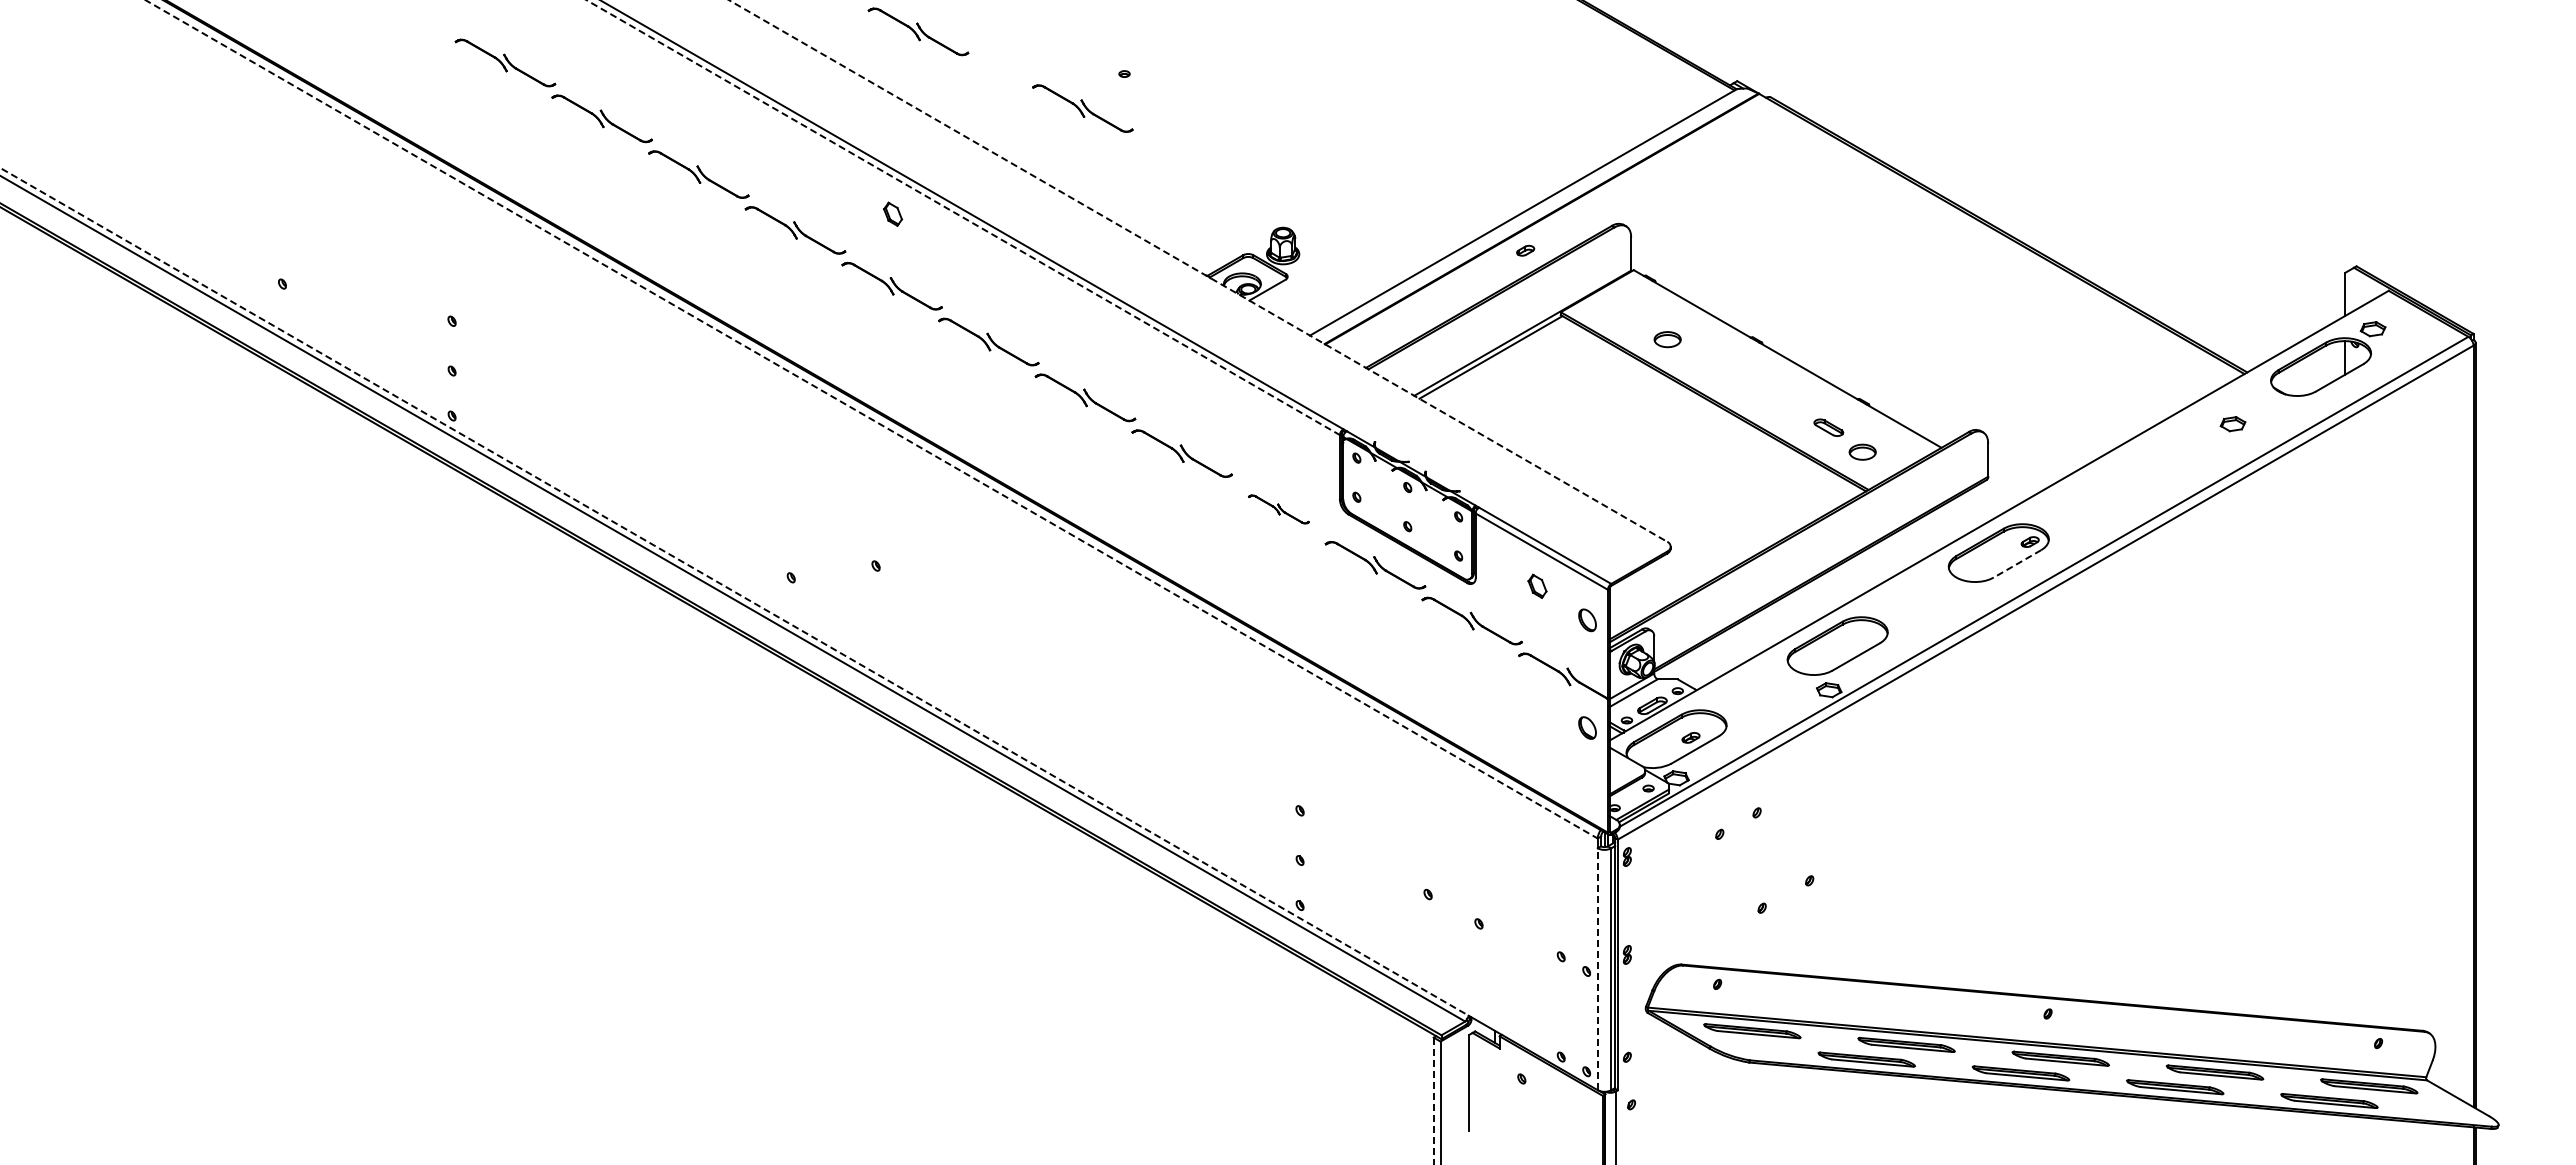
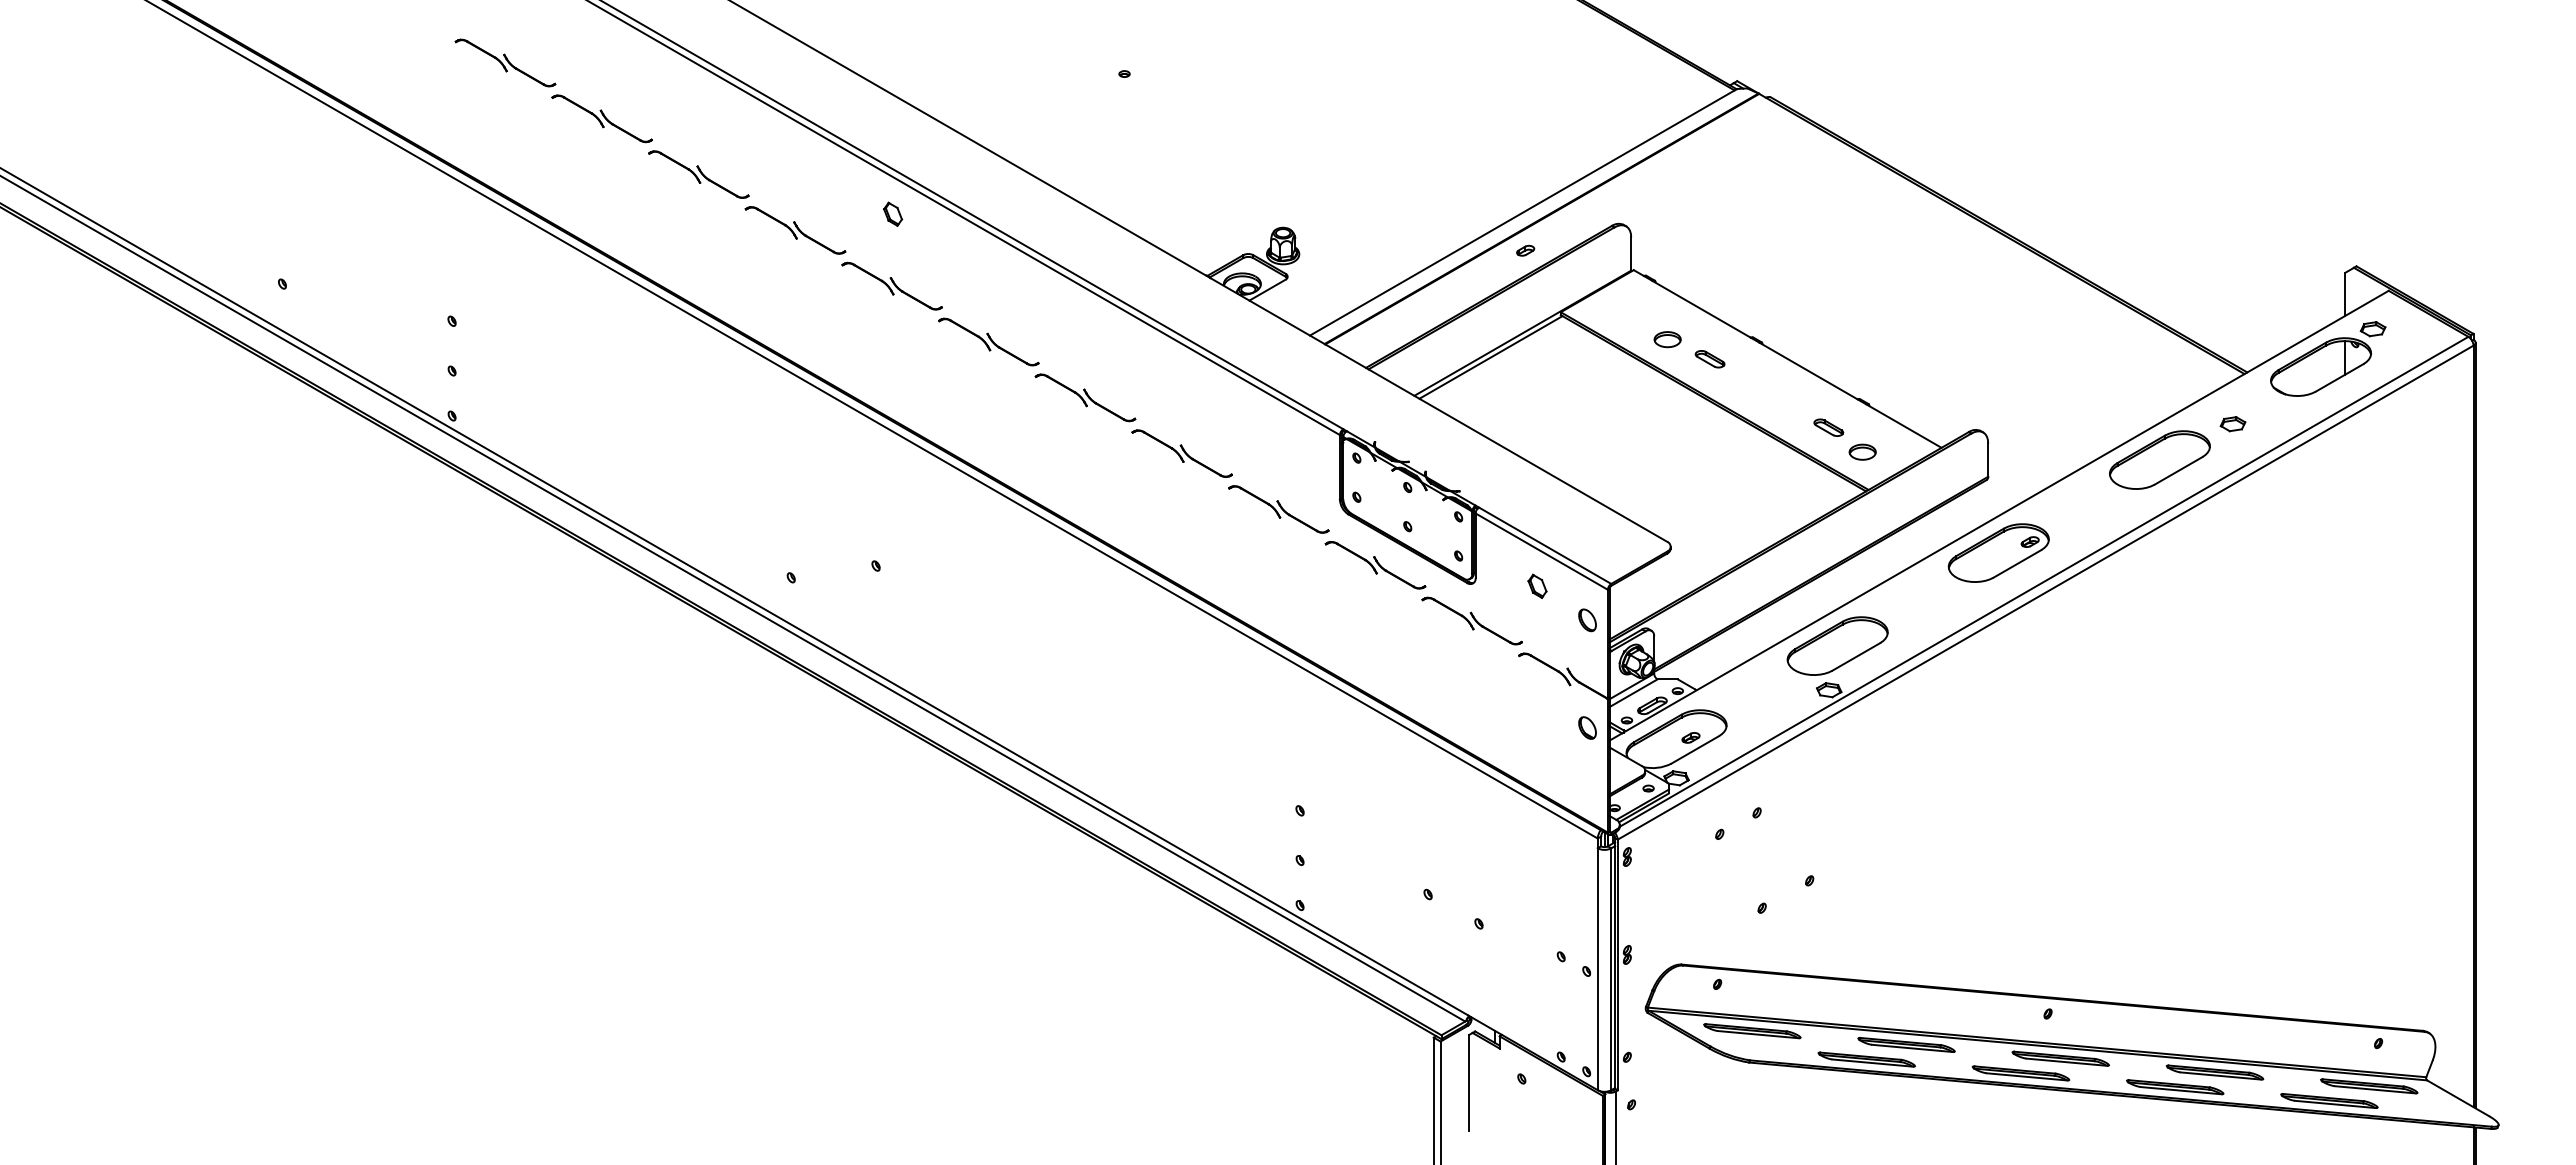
part at (918, 31): present -> none
part at (1082, 108): present -> none
line at (963, 217): dashed -> solid
line at (1198, 271): dashed -> solid
part at (1709, 359): none -> present
line at (872, 419): dashed -> solid
part at (2159, 459): none -> present
part at (1278, 509) size: 62x31 px -> 102x49 px
line at (2017, 564): dashed -> solid
line at (735, 592): dashed -> solid
line at (1597, 969): dashed -> solid
line at (1433, 1101): dashed -> solid
